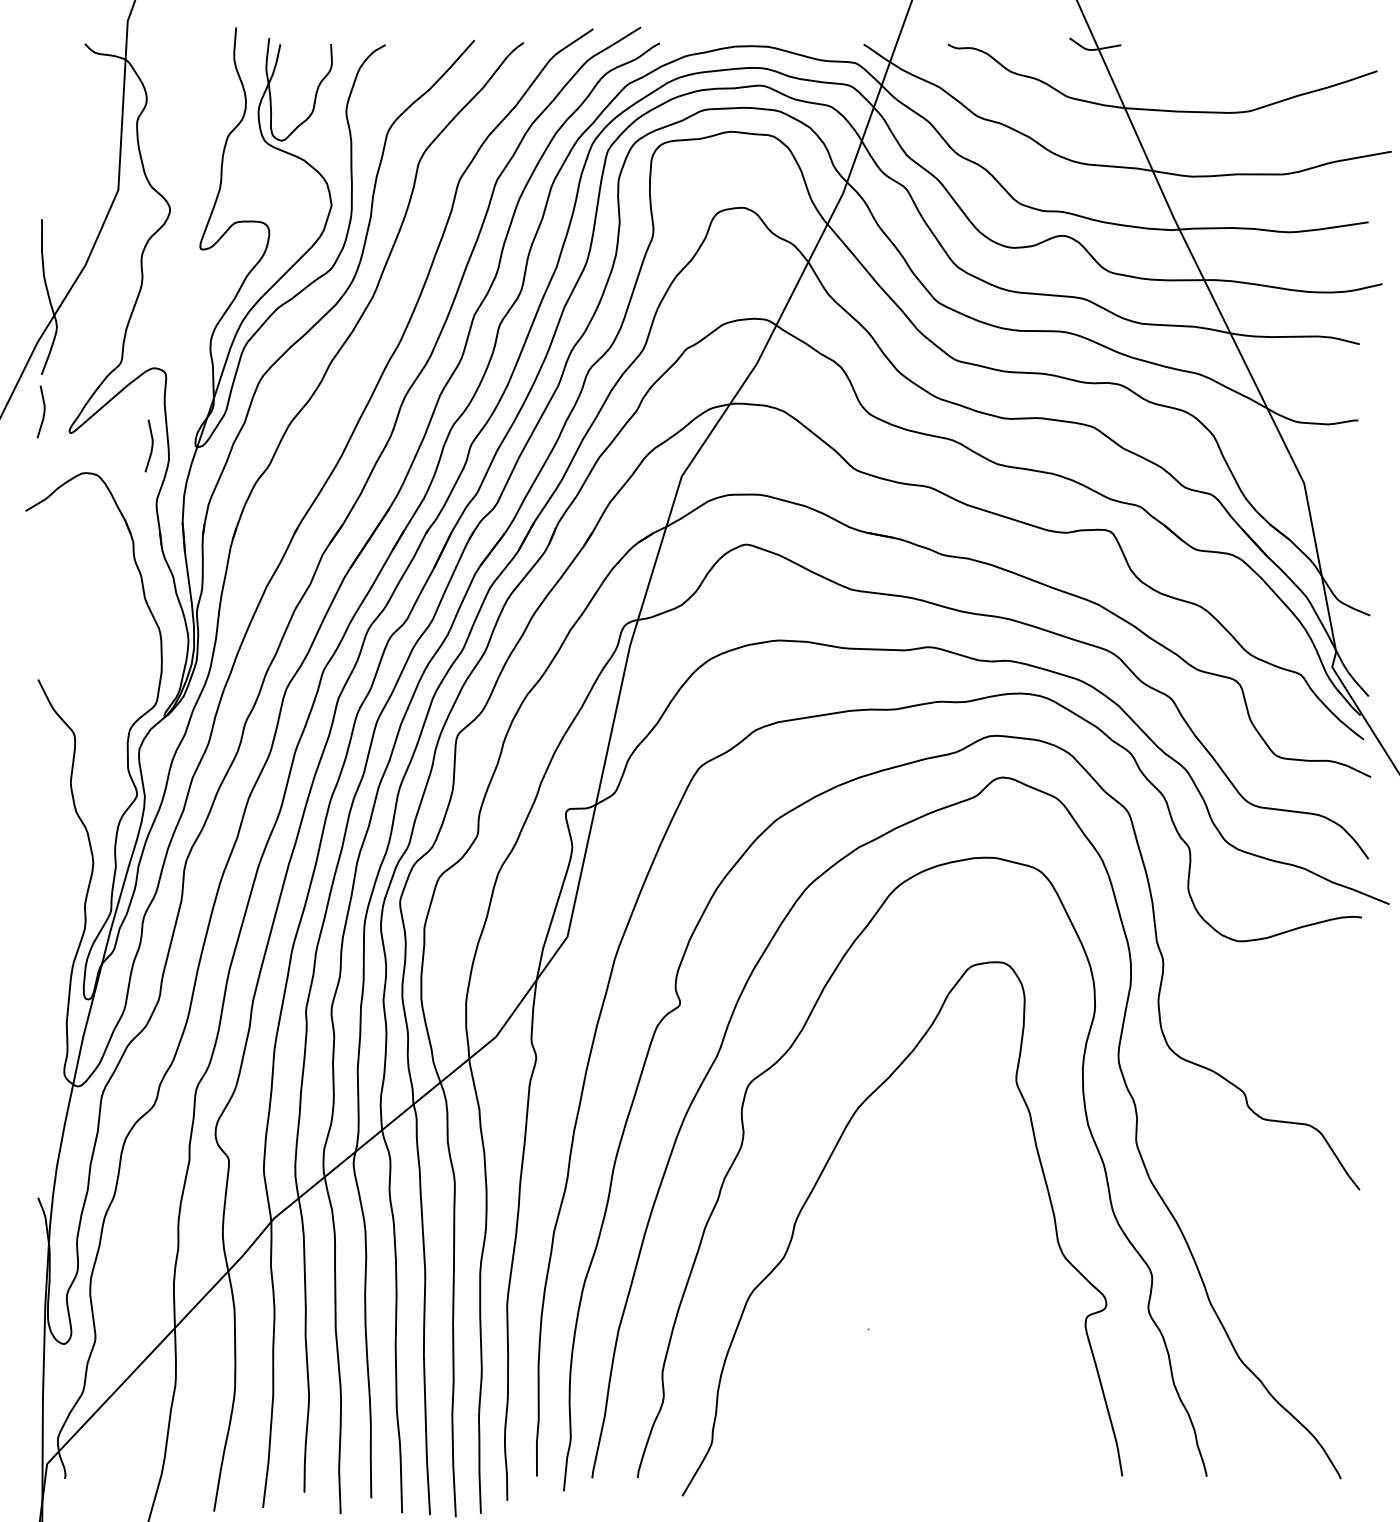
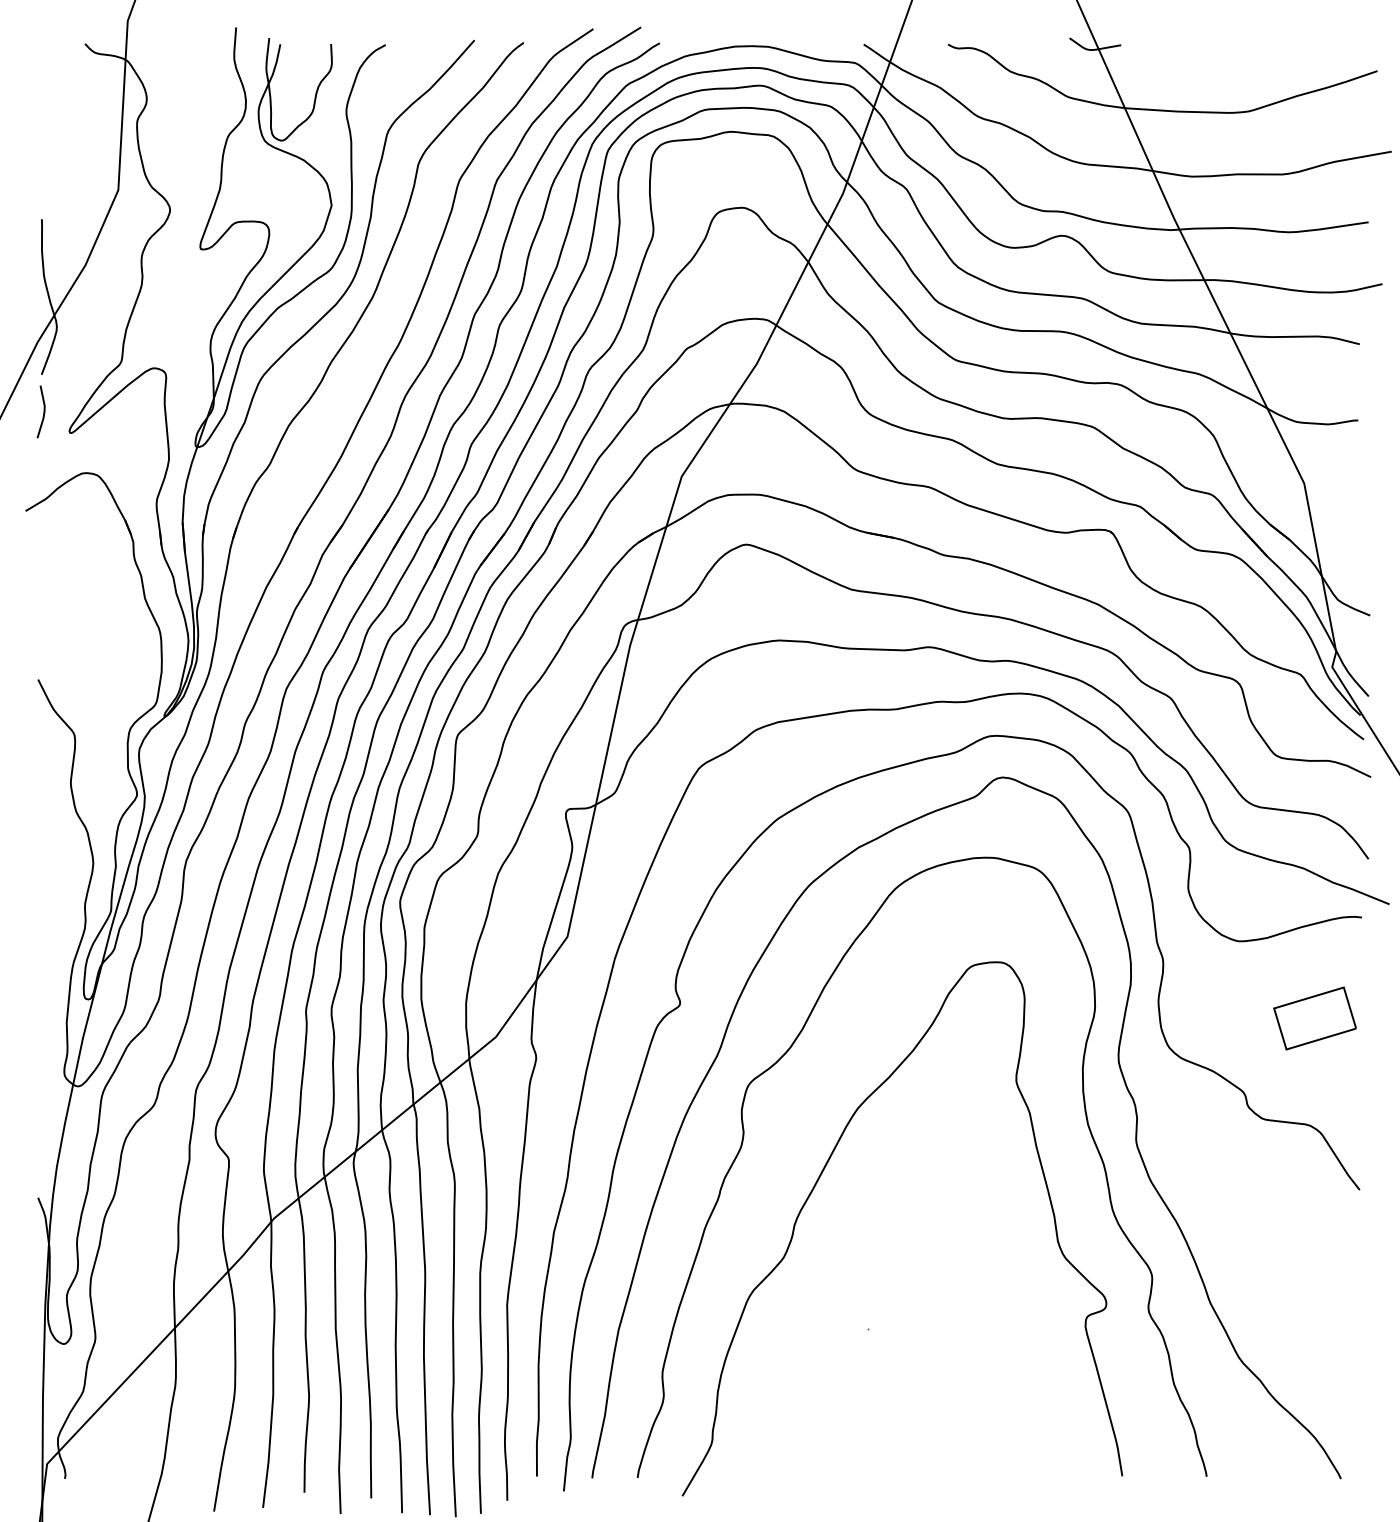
line at (151, 445): present -> none
part at (1314, 1018): none -> present
